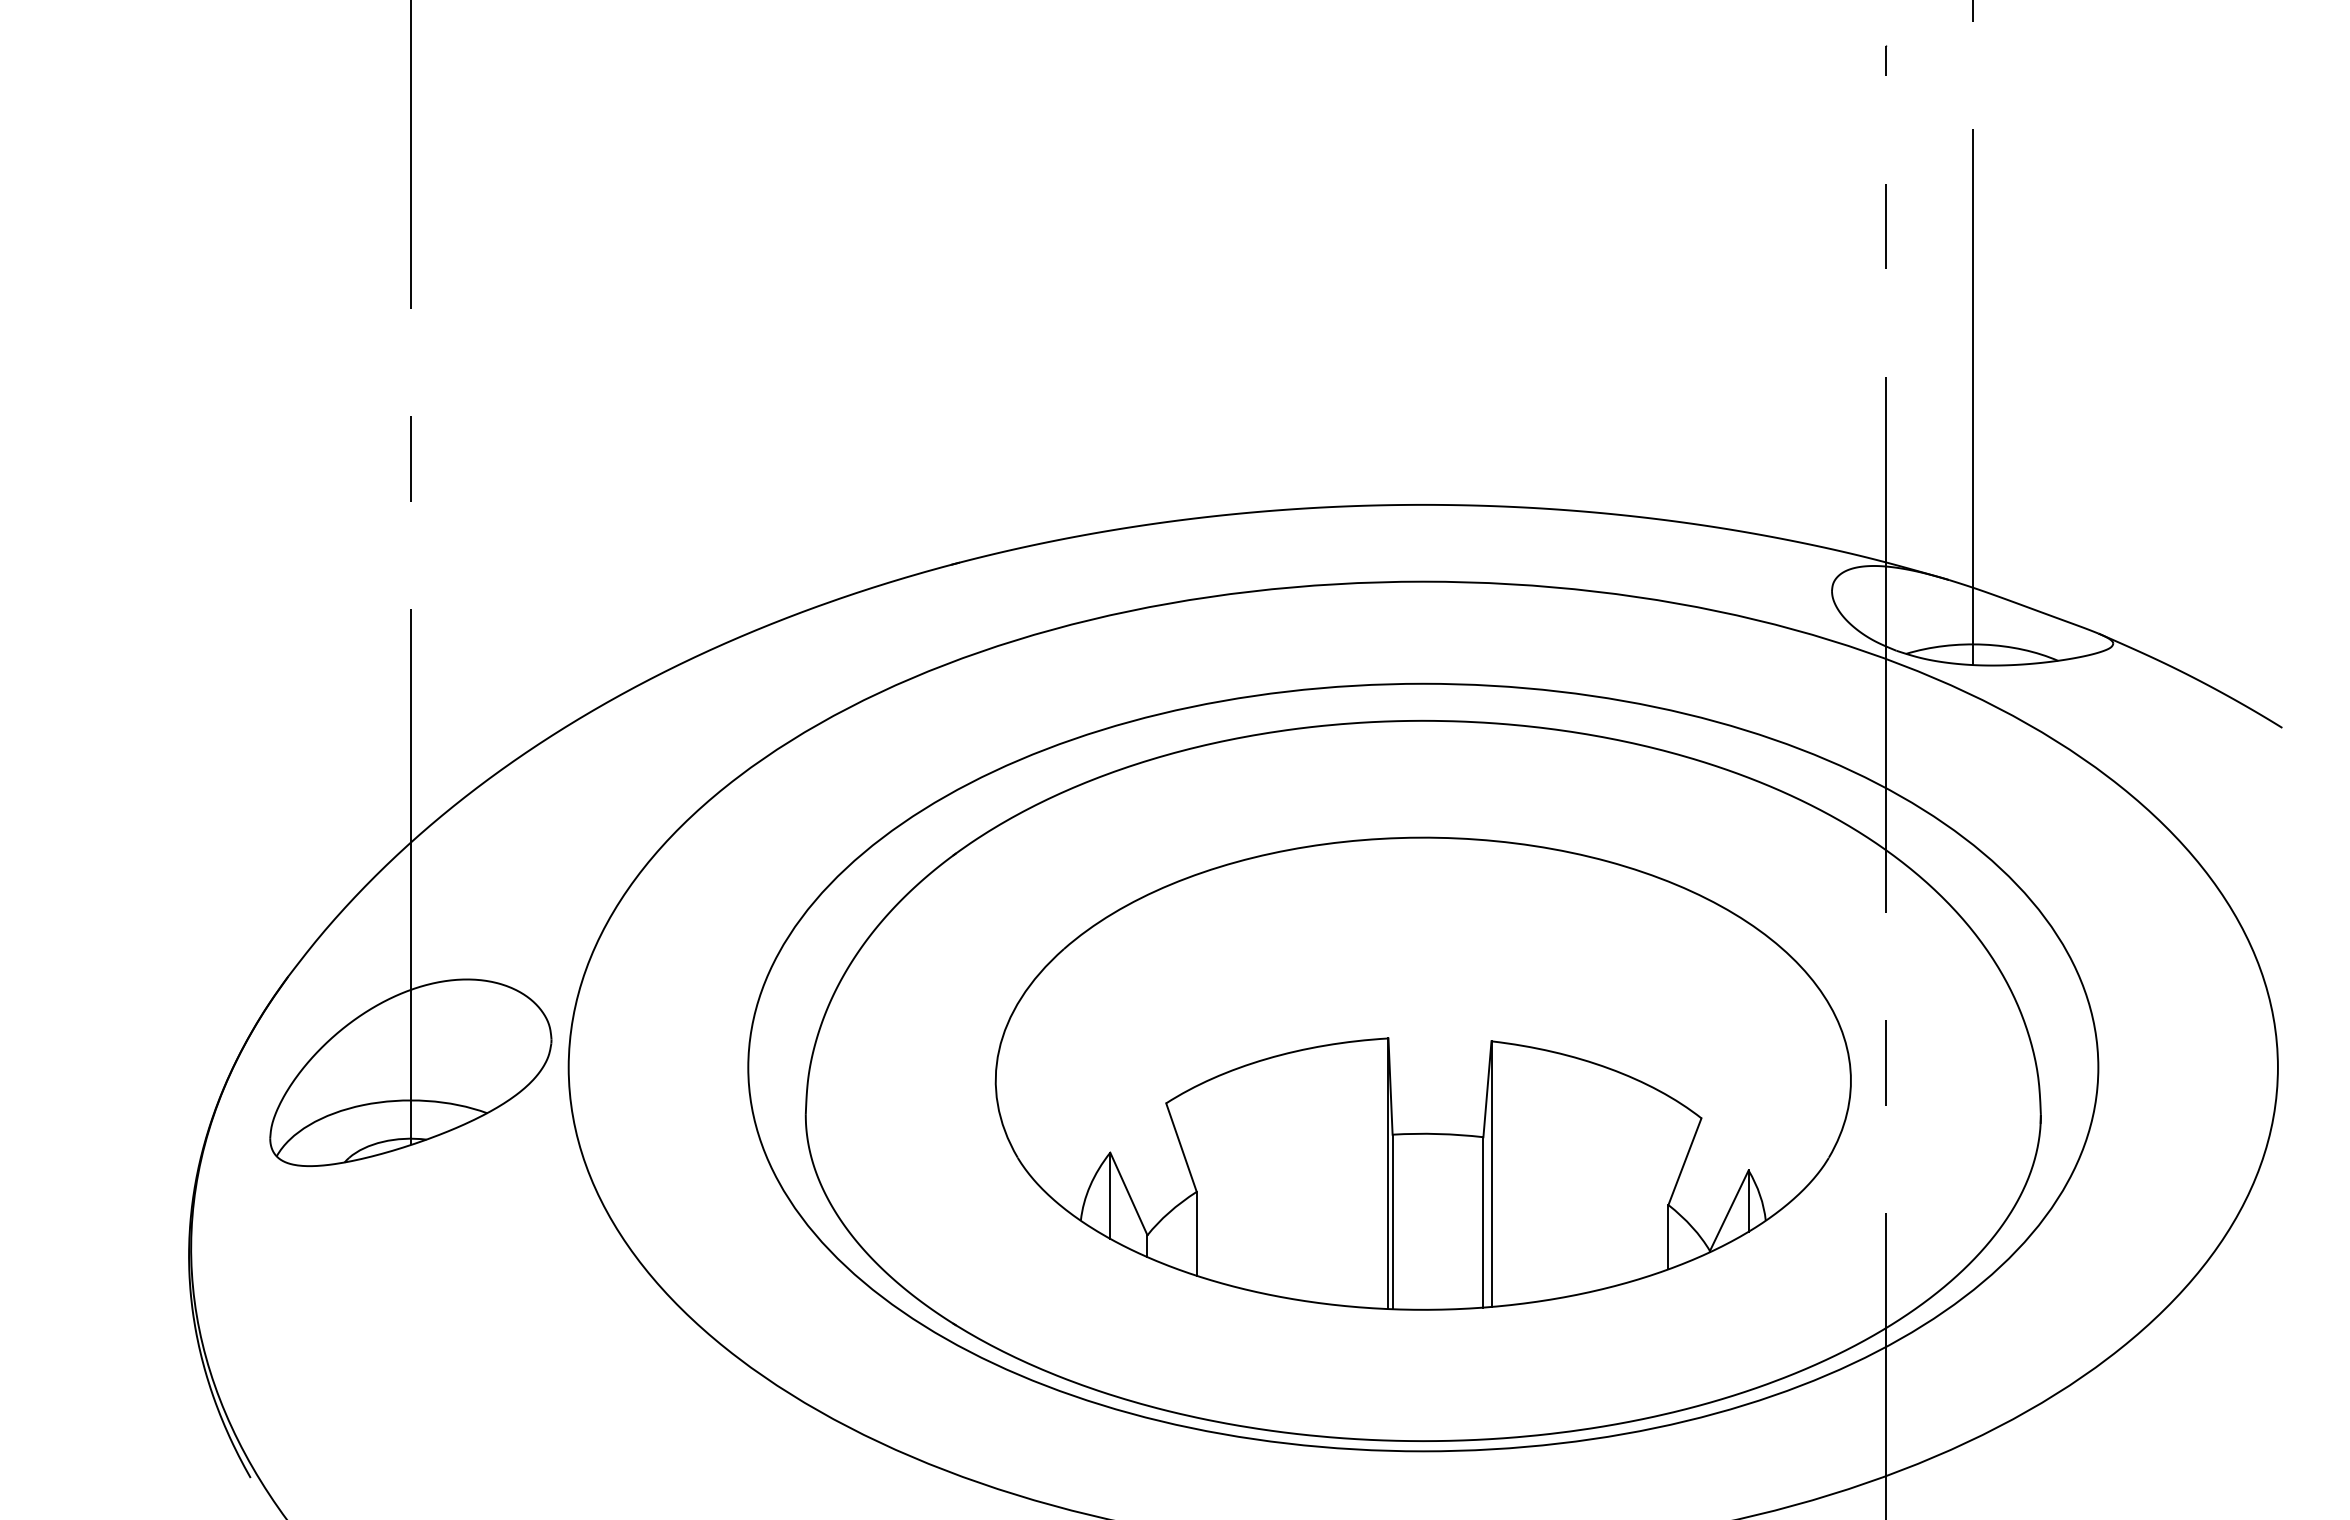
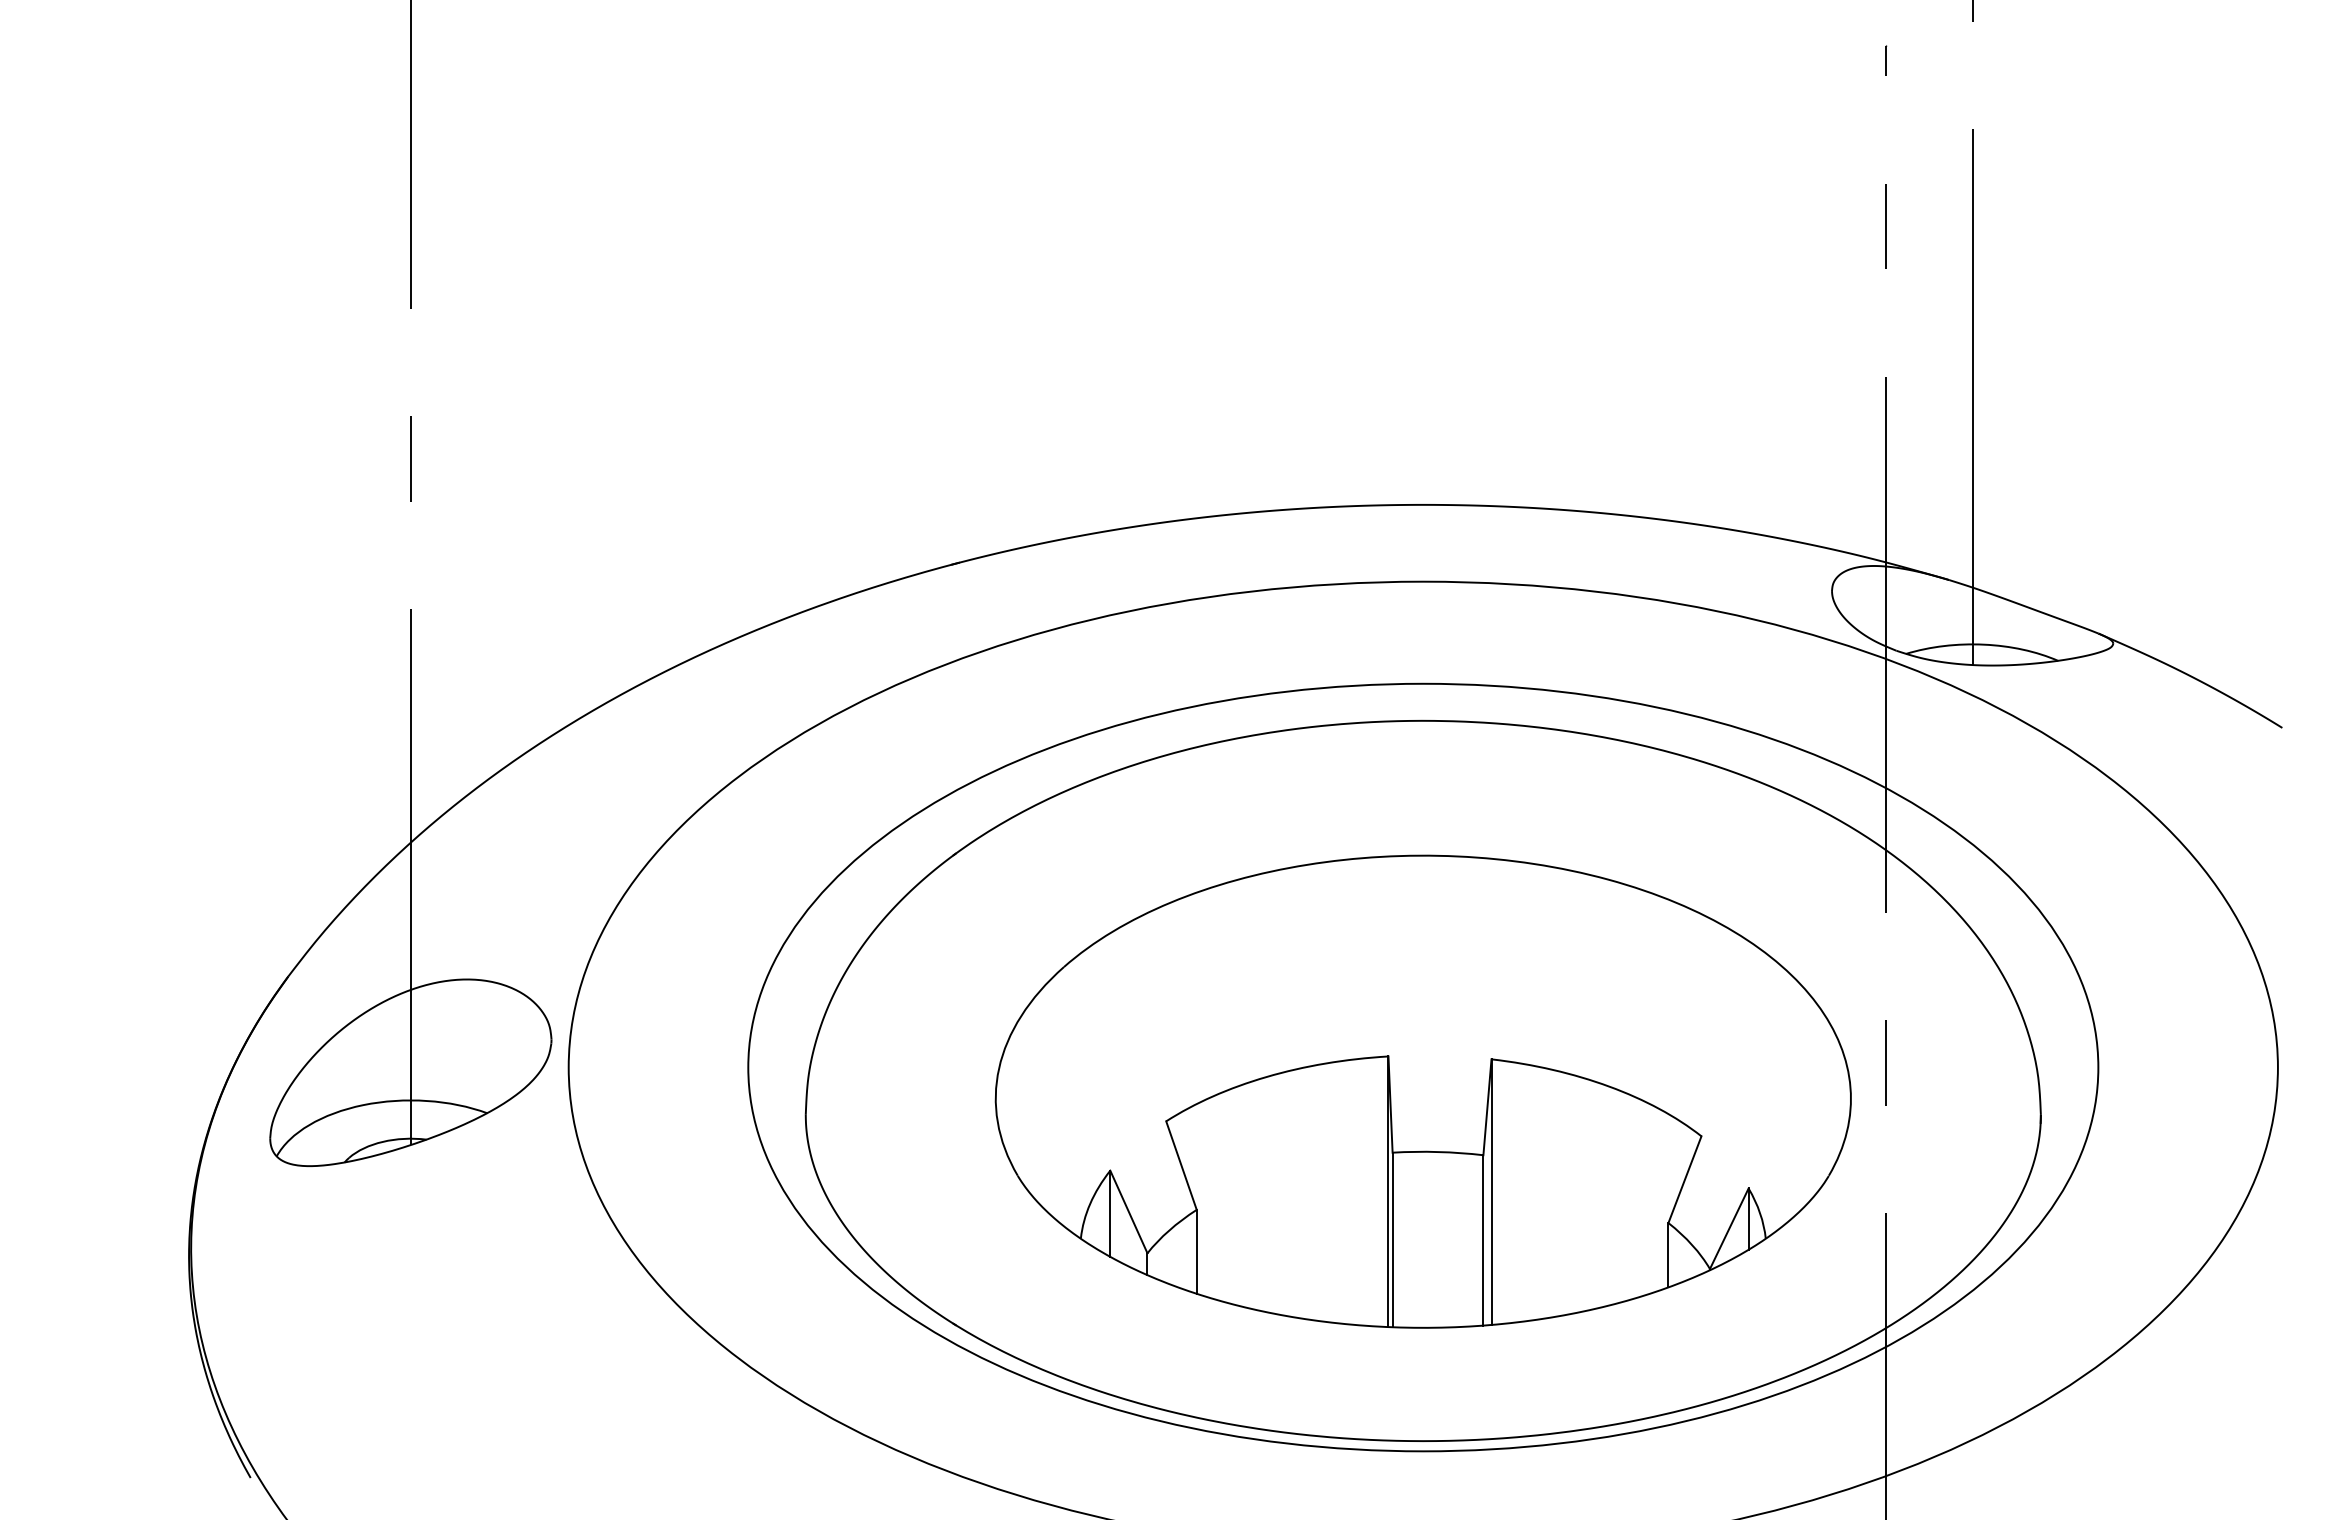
part at (1422, 1073) position: (1422, 1073) -> (1422, 1091)
